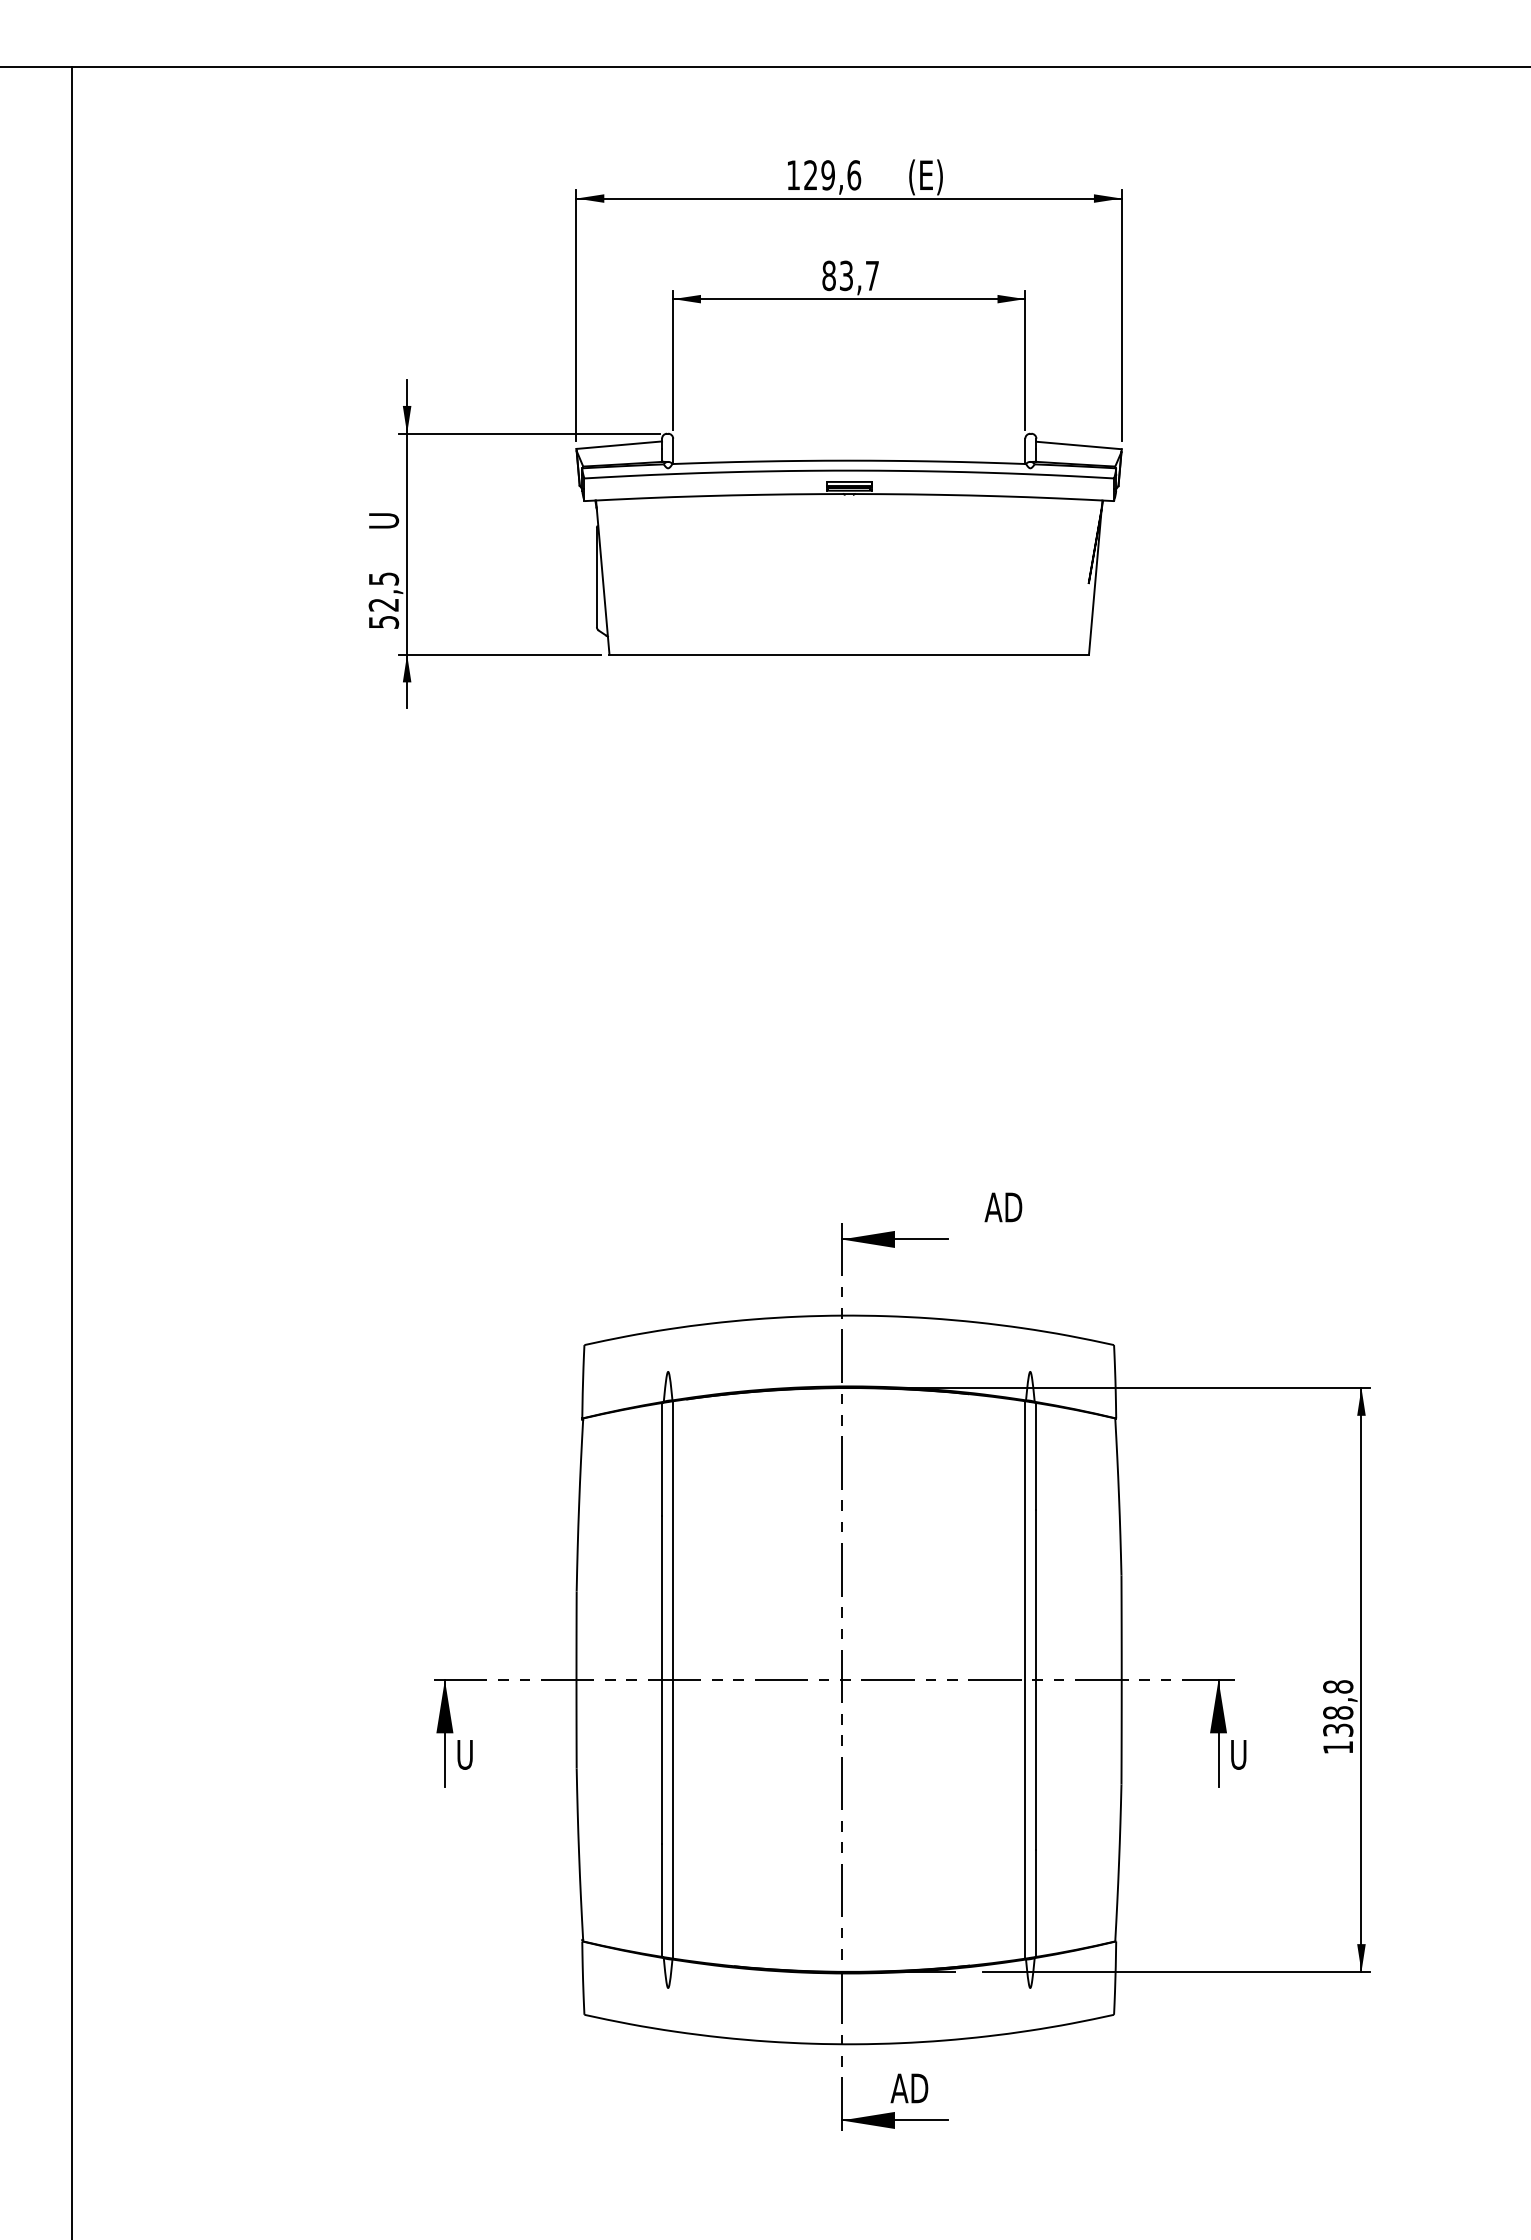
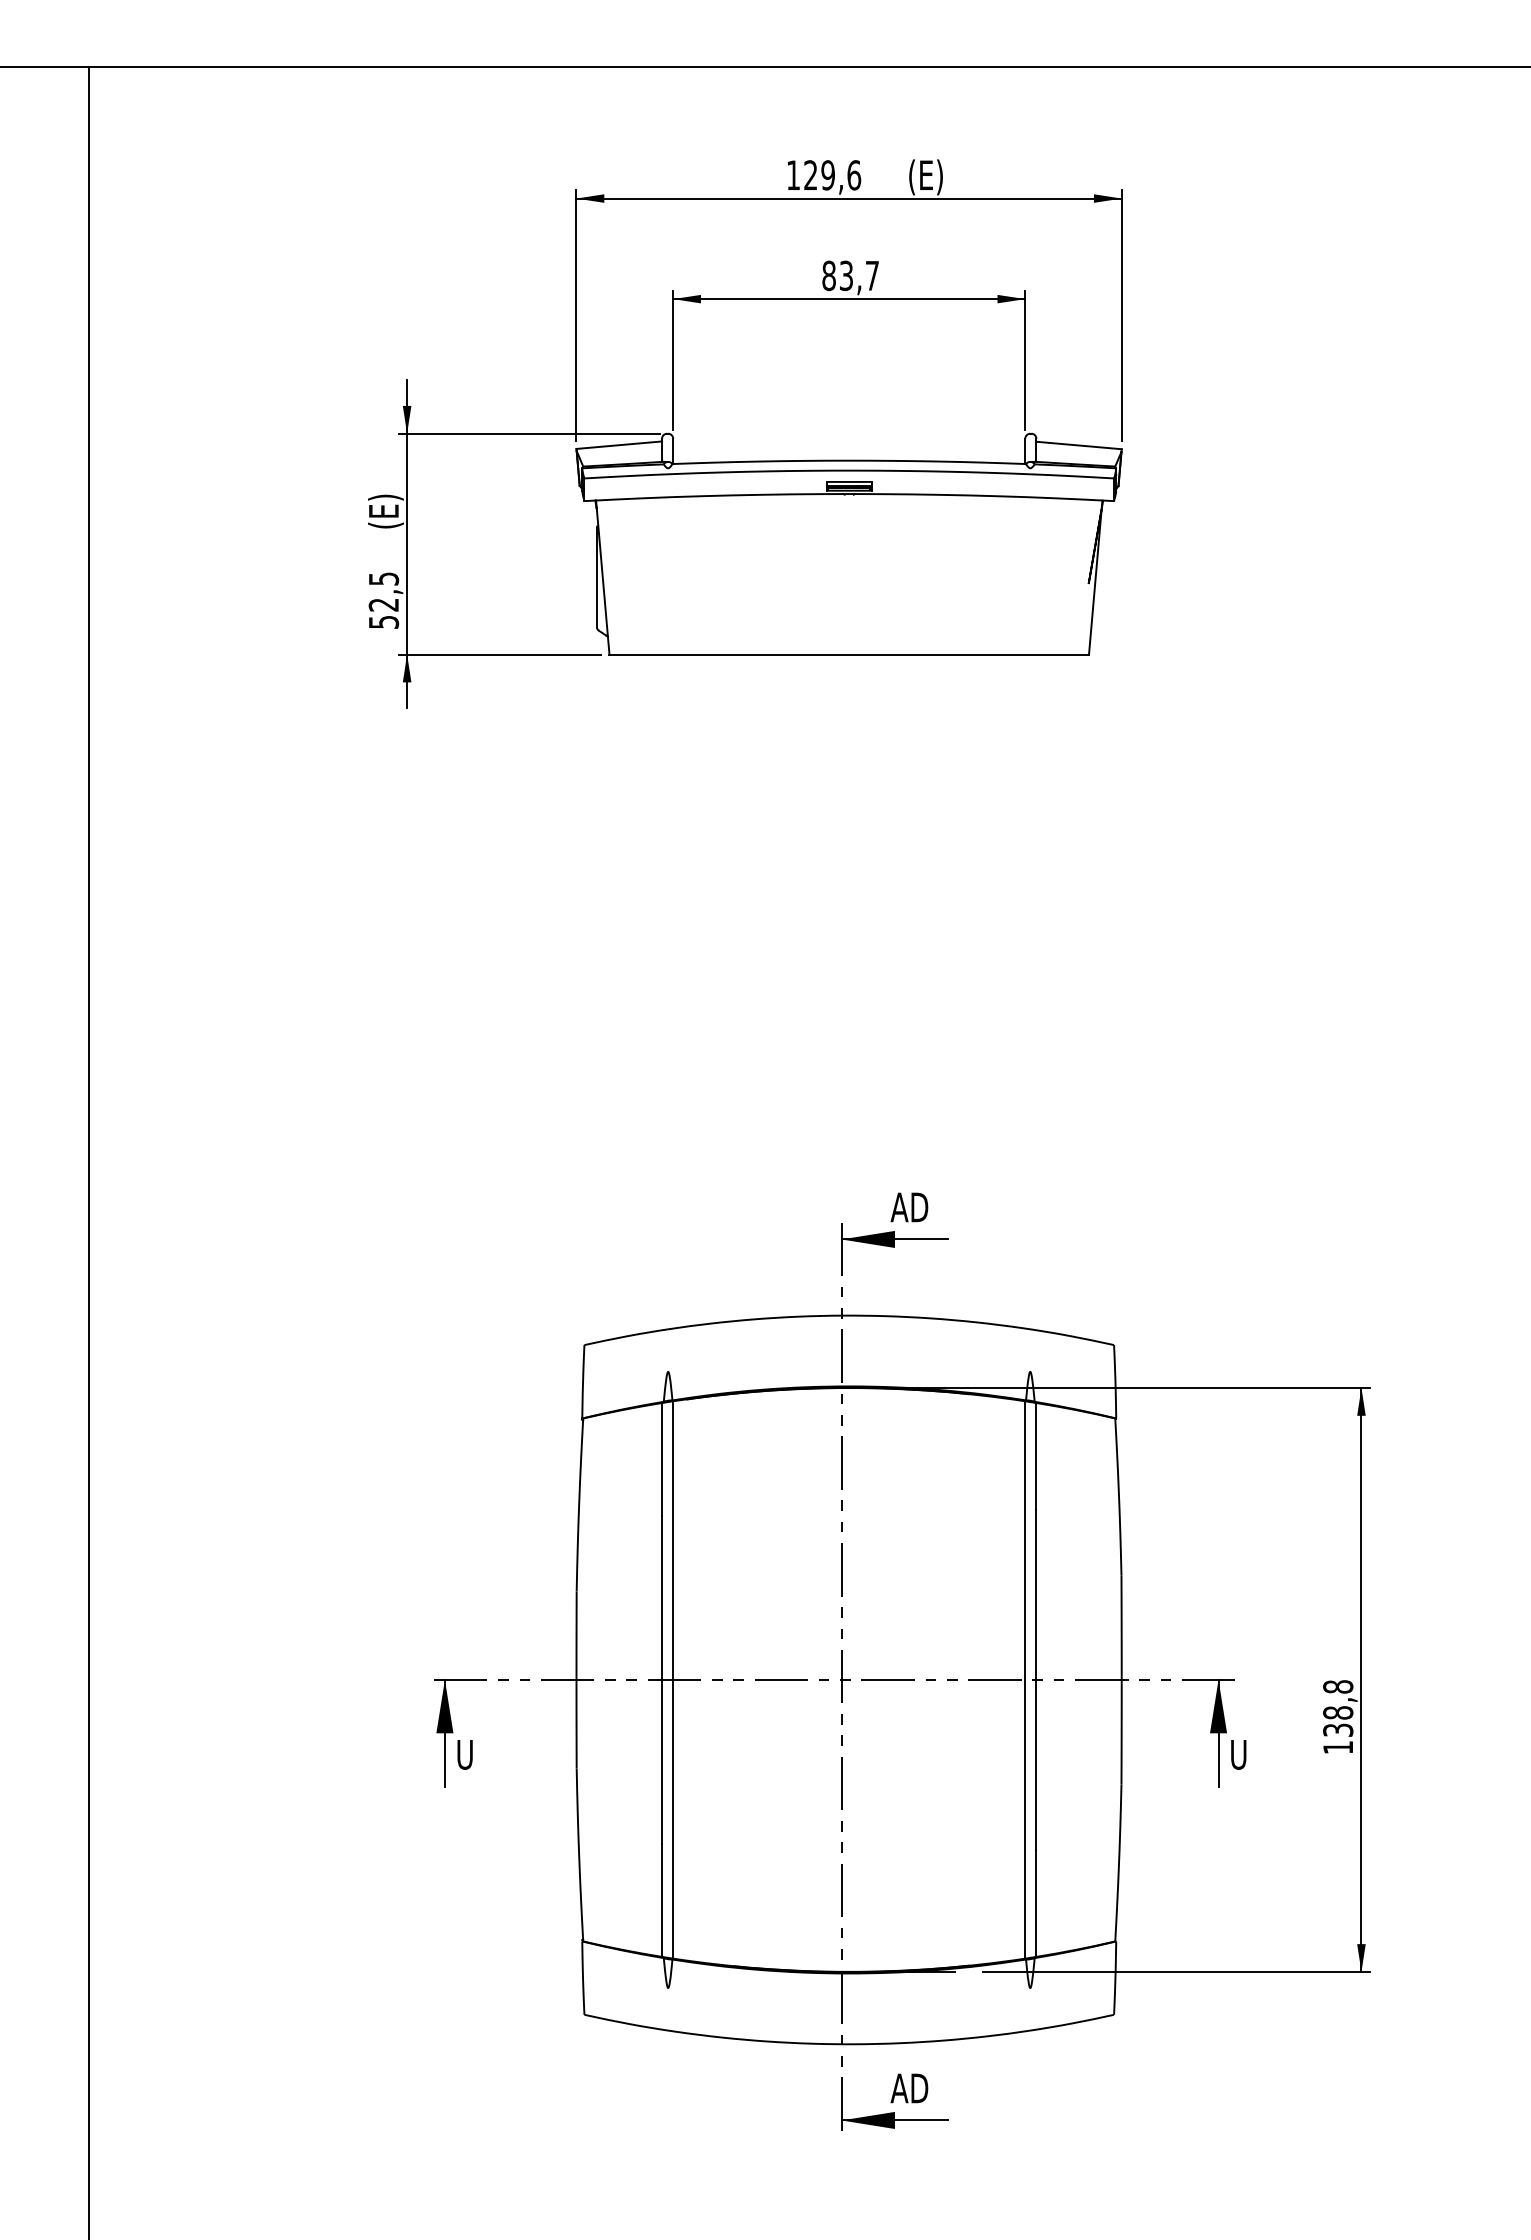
text at (385, 511): U -> (E)
line at (71, 1151) position: (71, 1151) -> (88, 1151)
text at (1003, 1207) position: (1003, 1207) -> (909, 1207)
